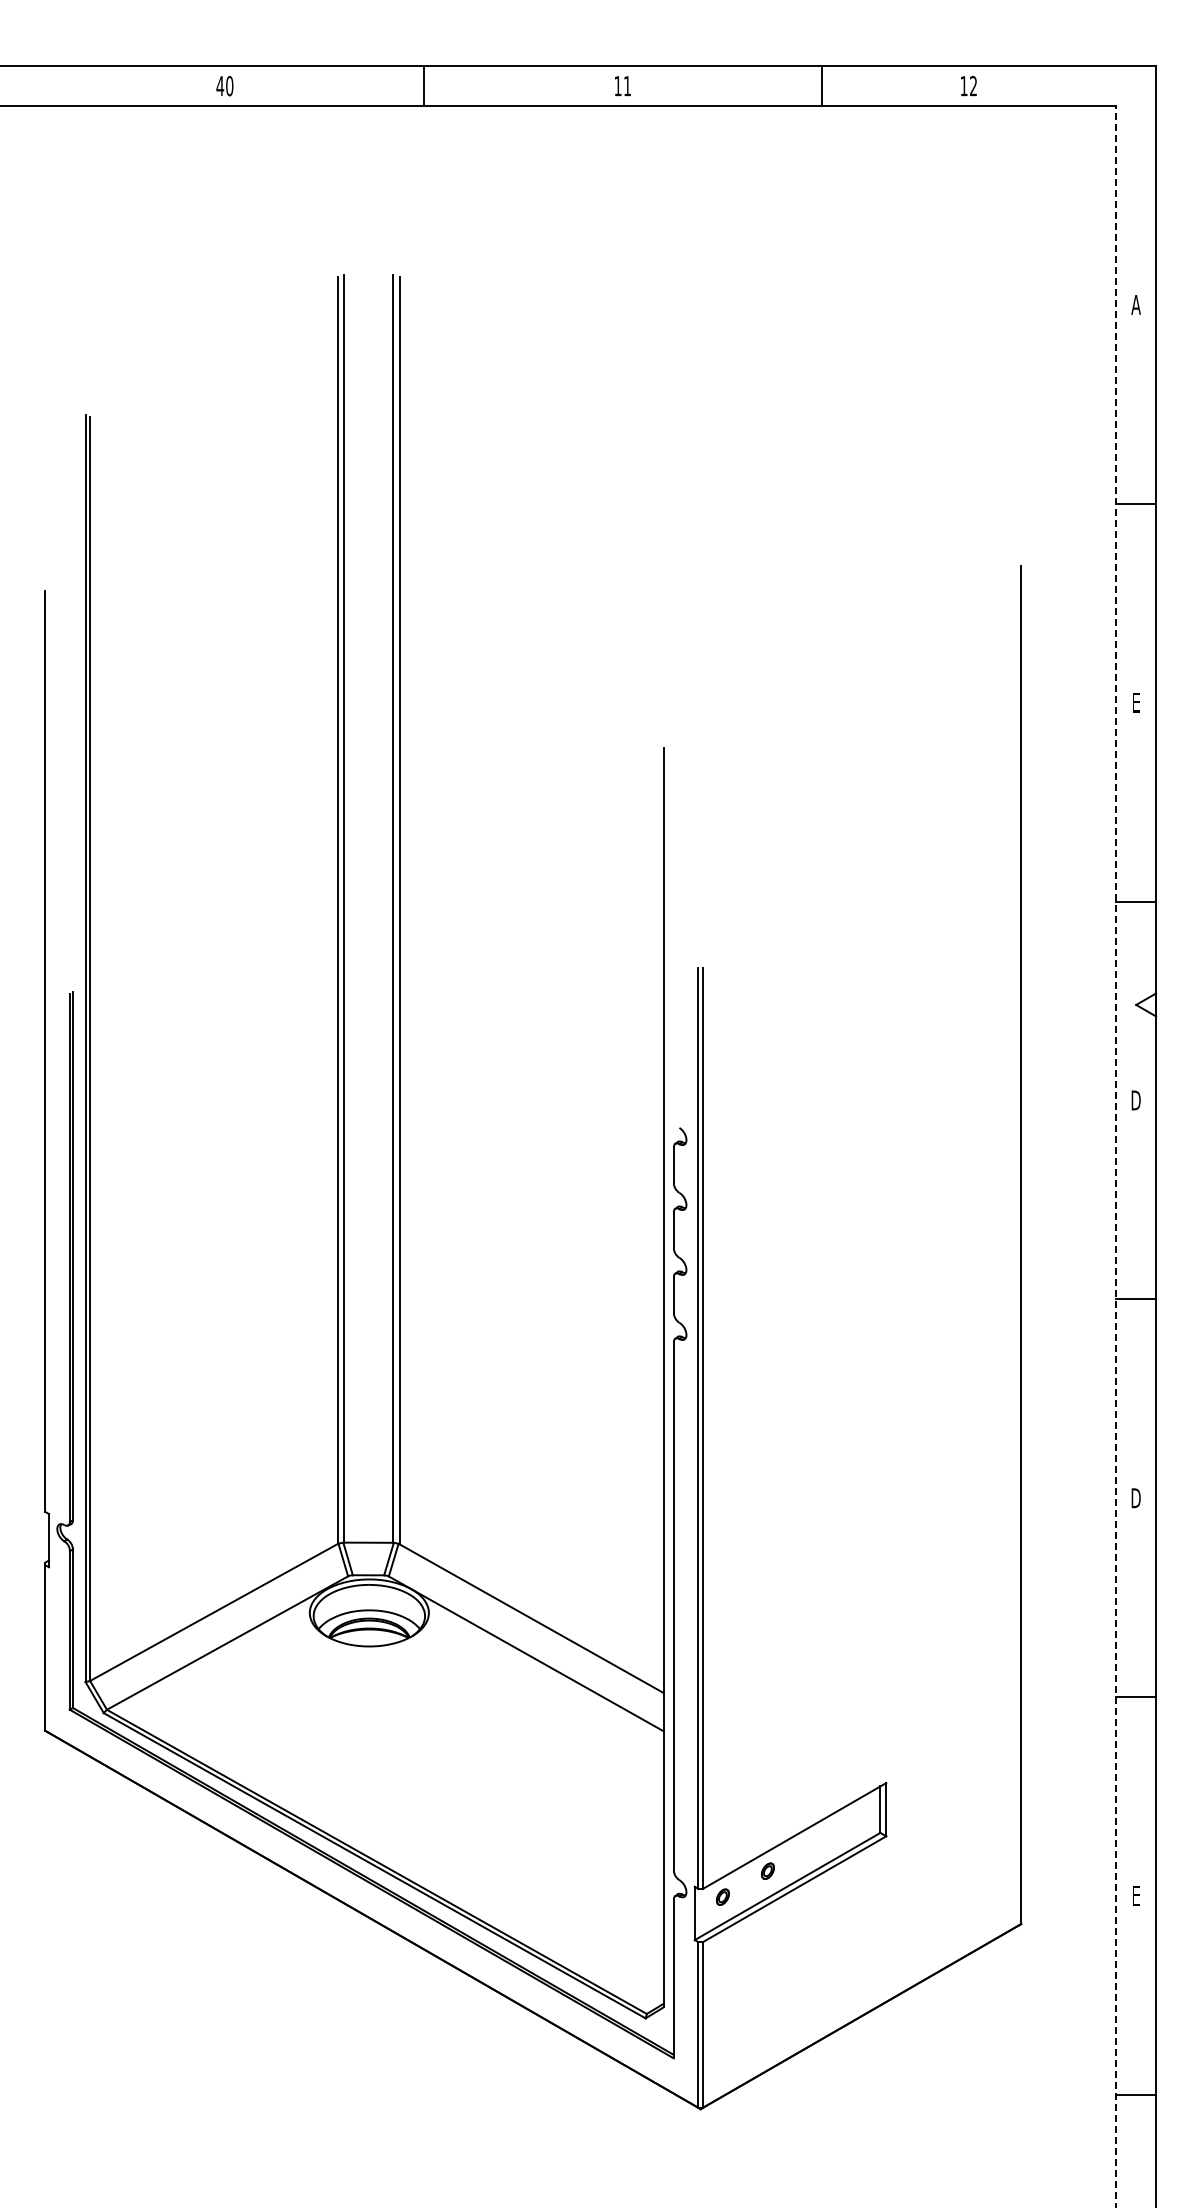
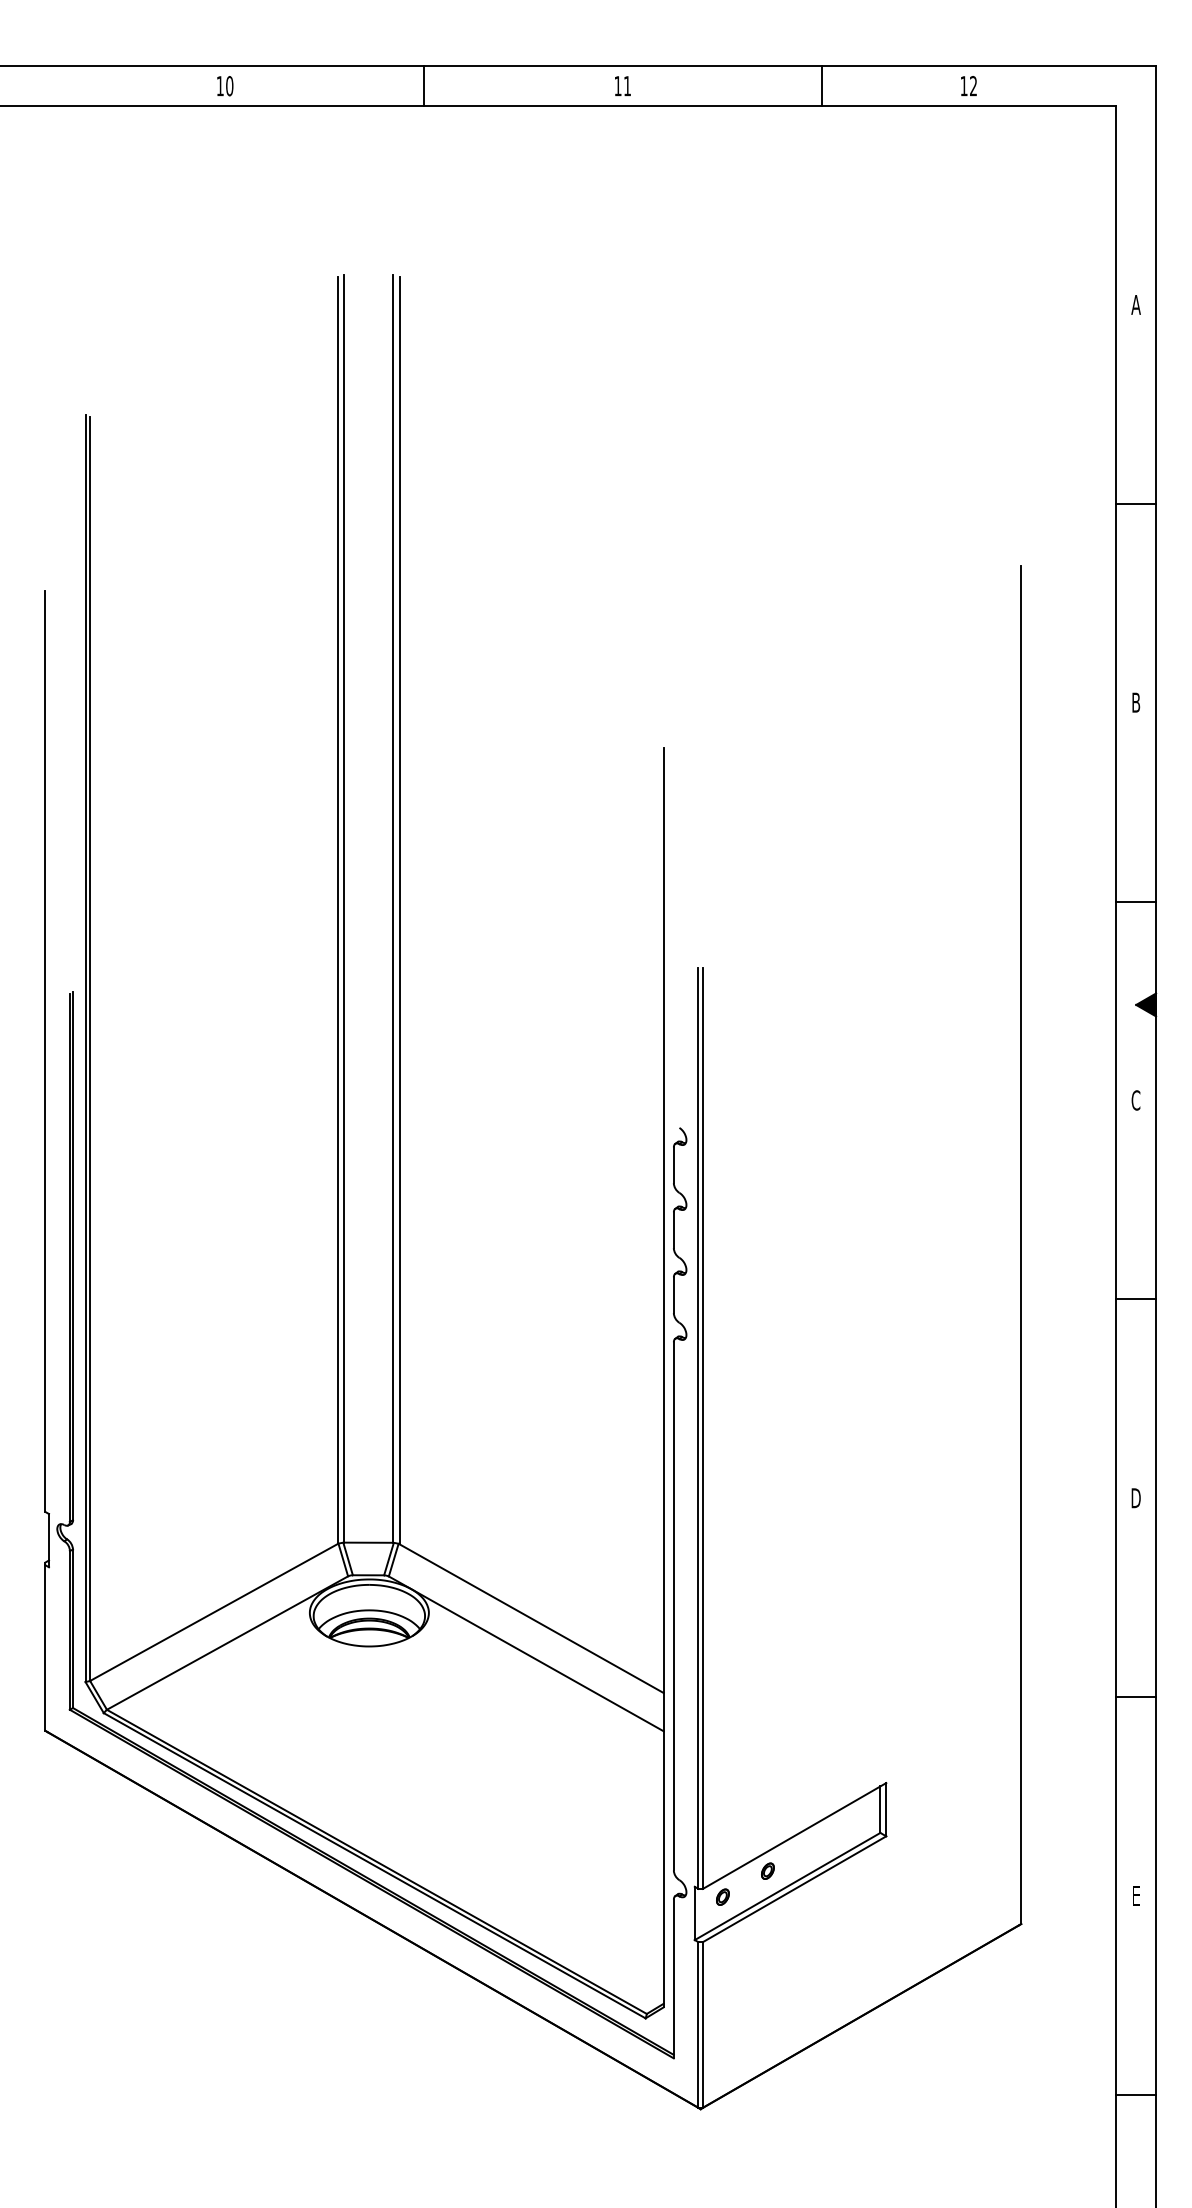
text at (220, 86): 40 -> 10
text at (1136, 702): E -> B
fill at (1146, 1004): none -> present
text at (1135, 1100): D -> C
line at (1116, 1156): dashed -> solid
